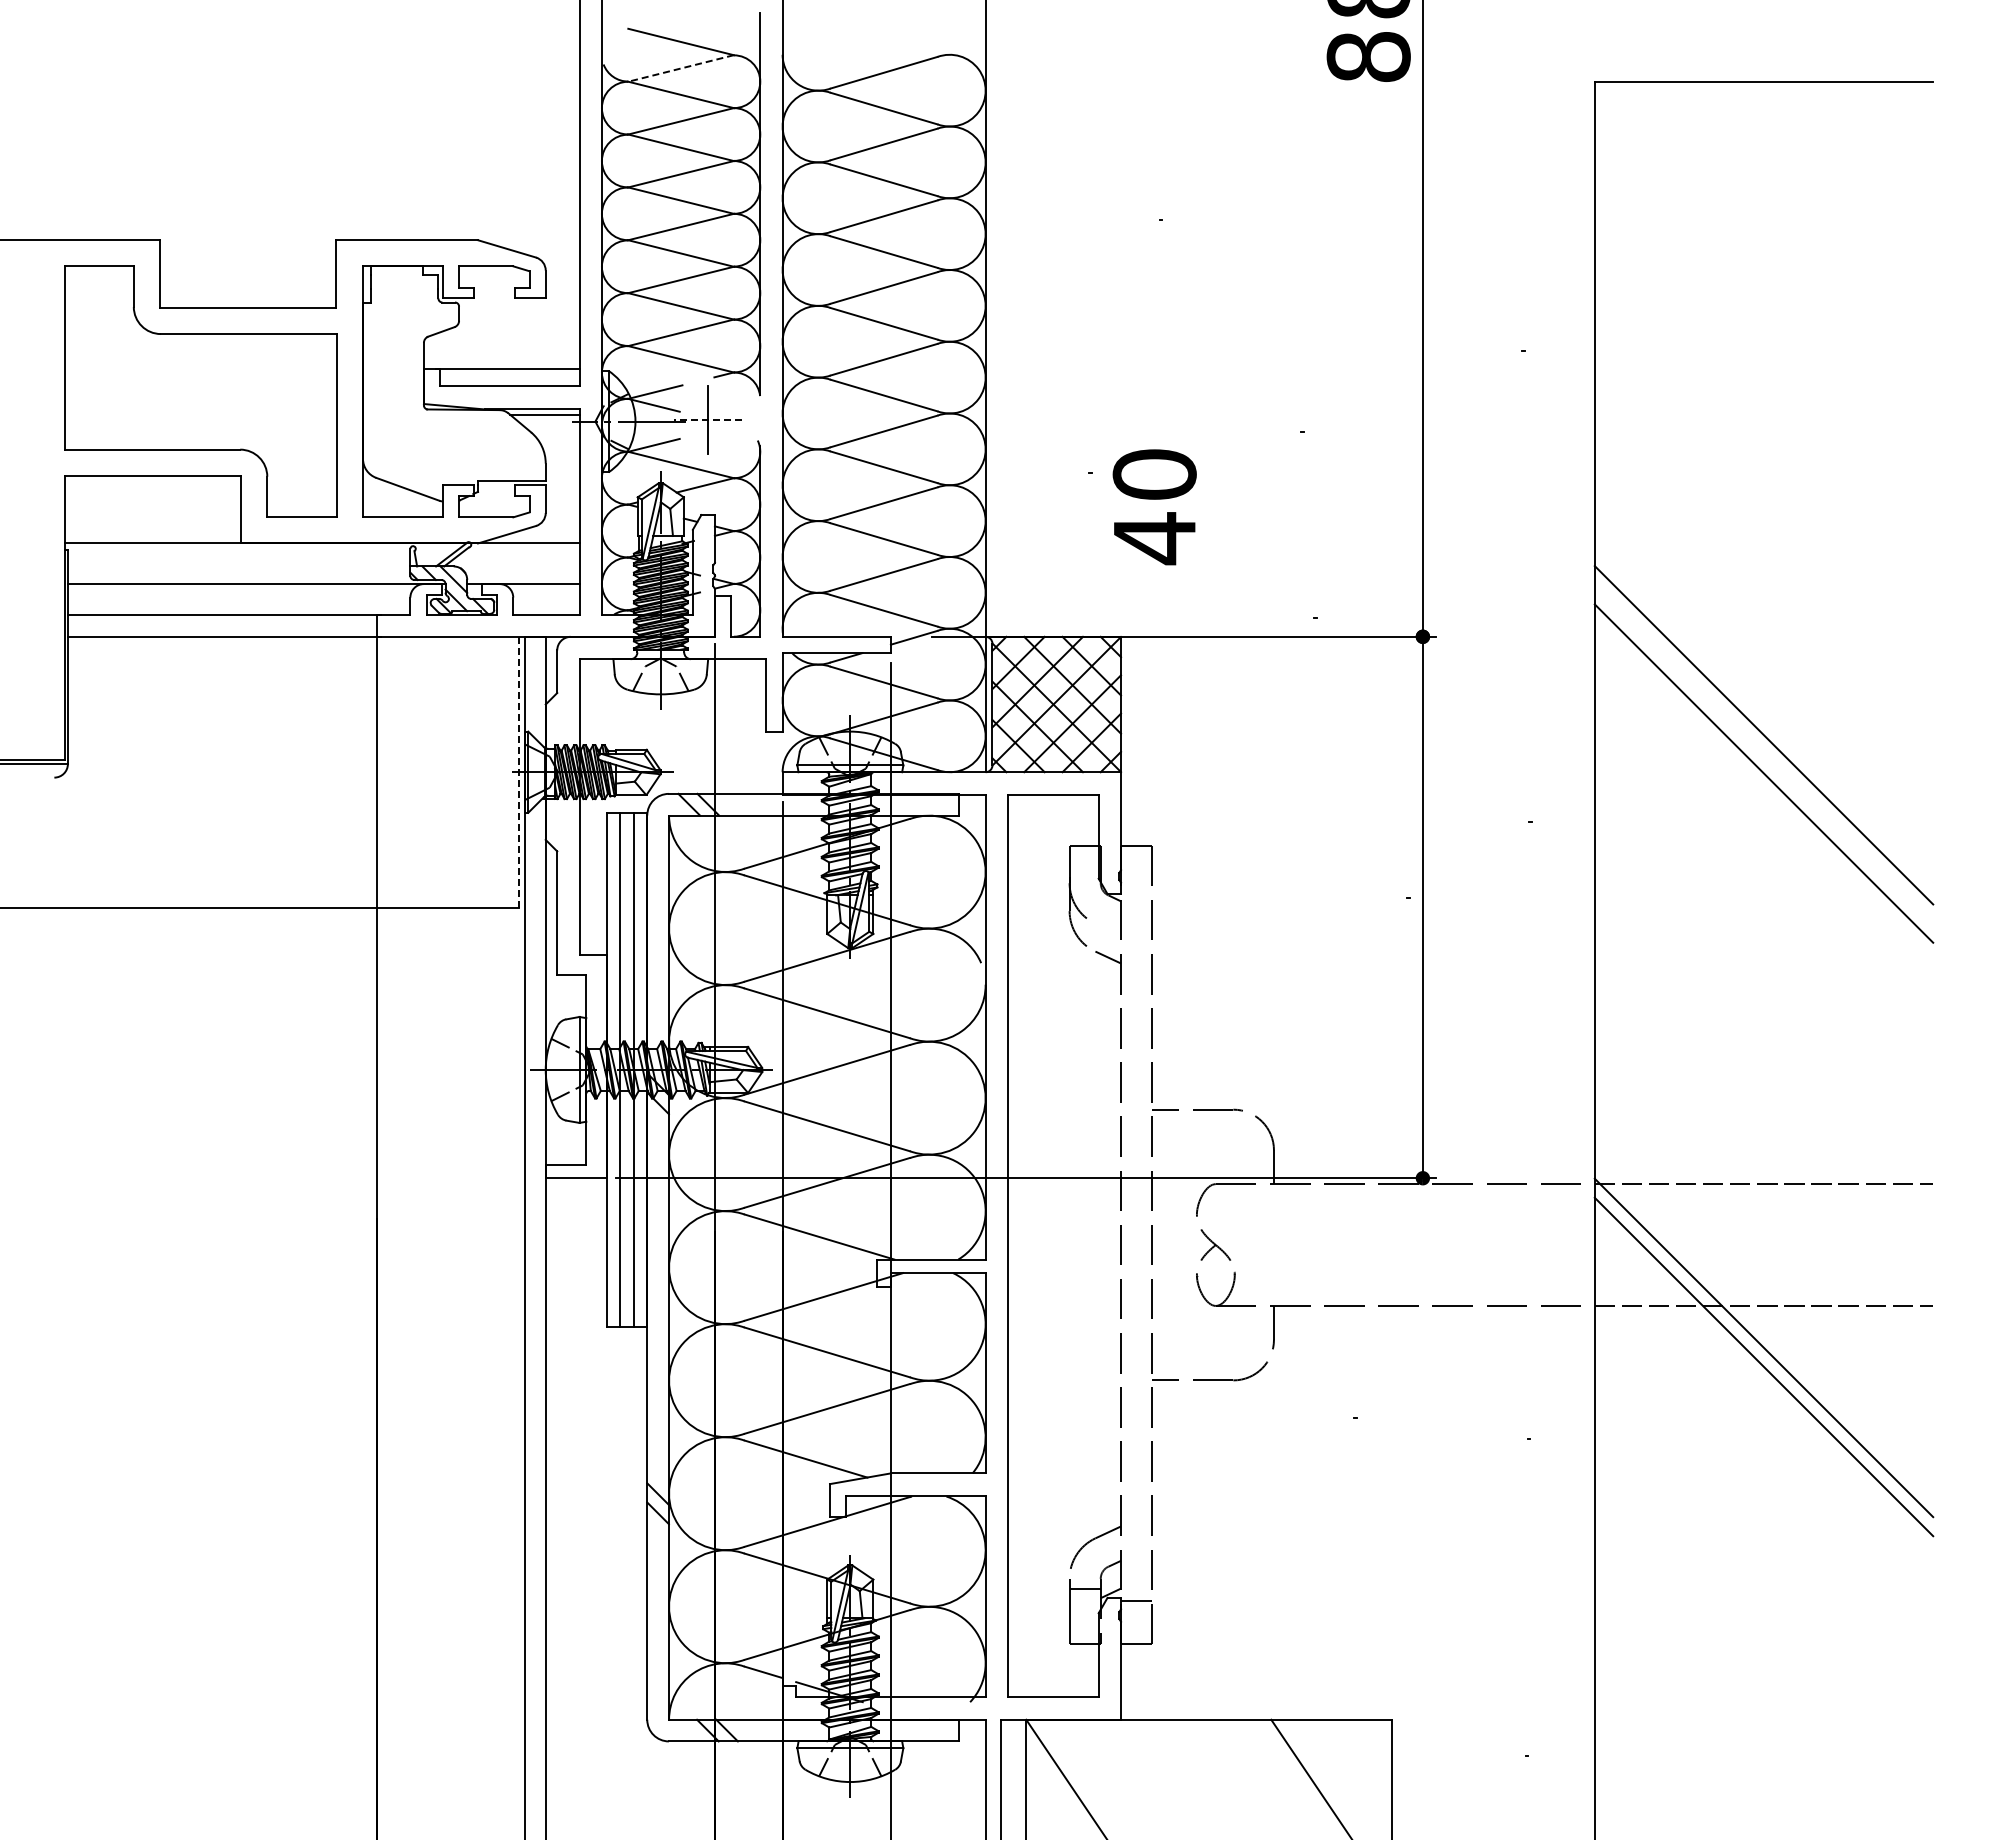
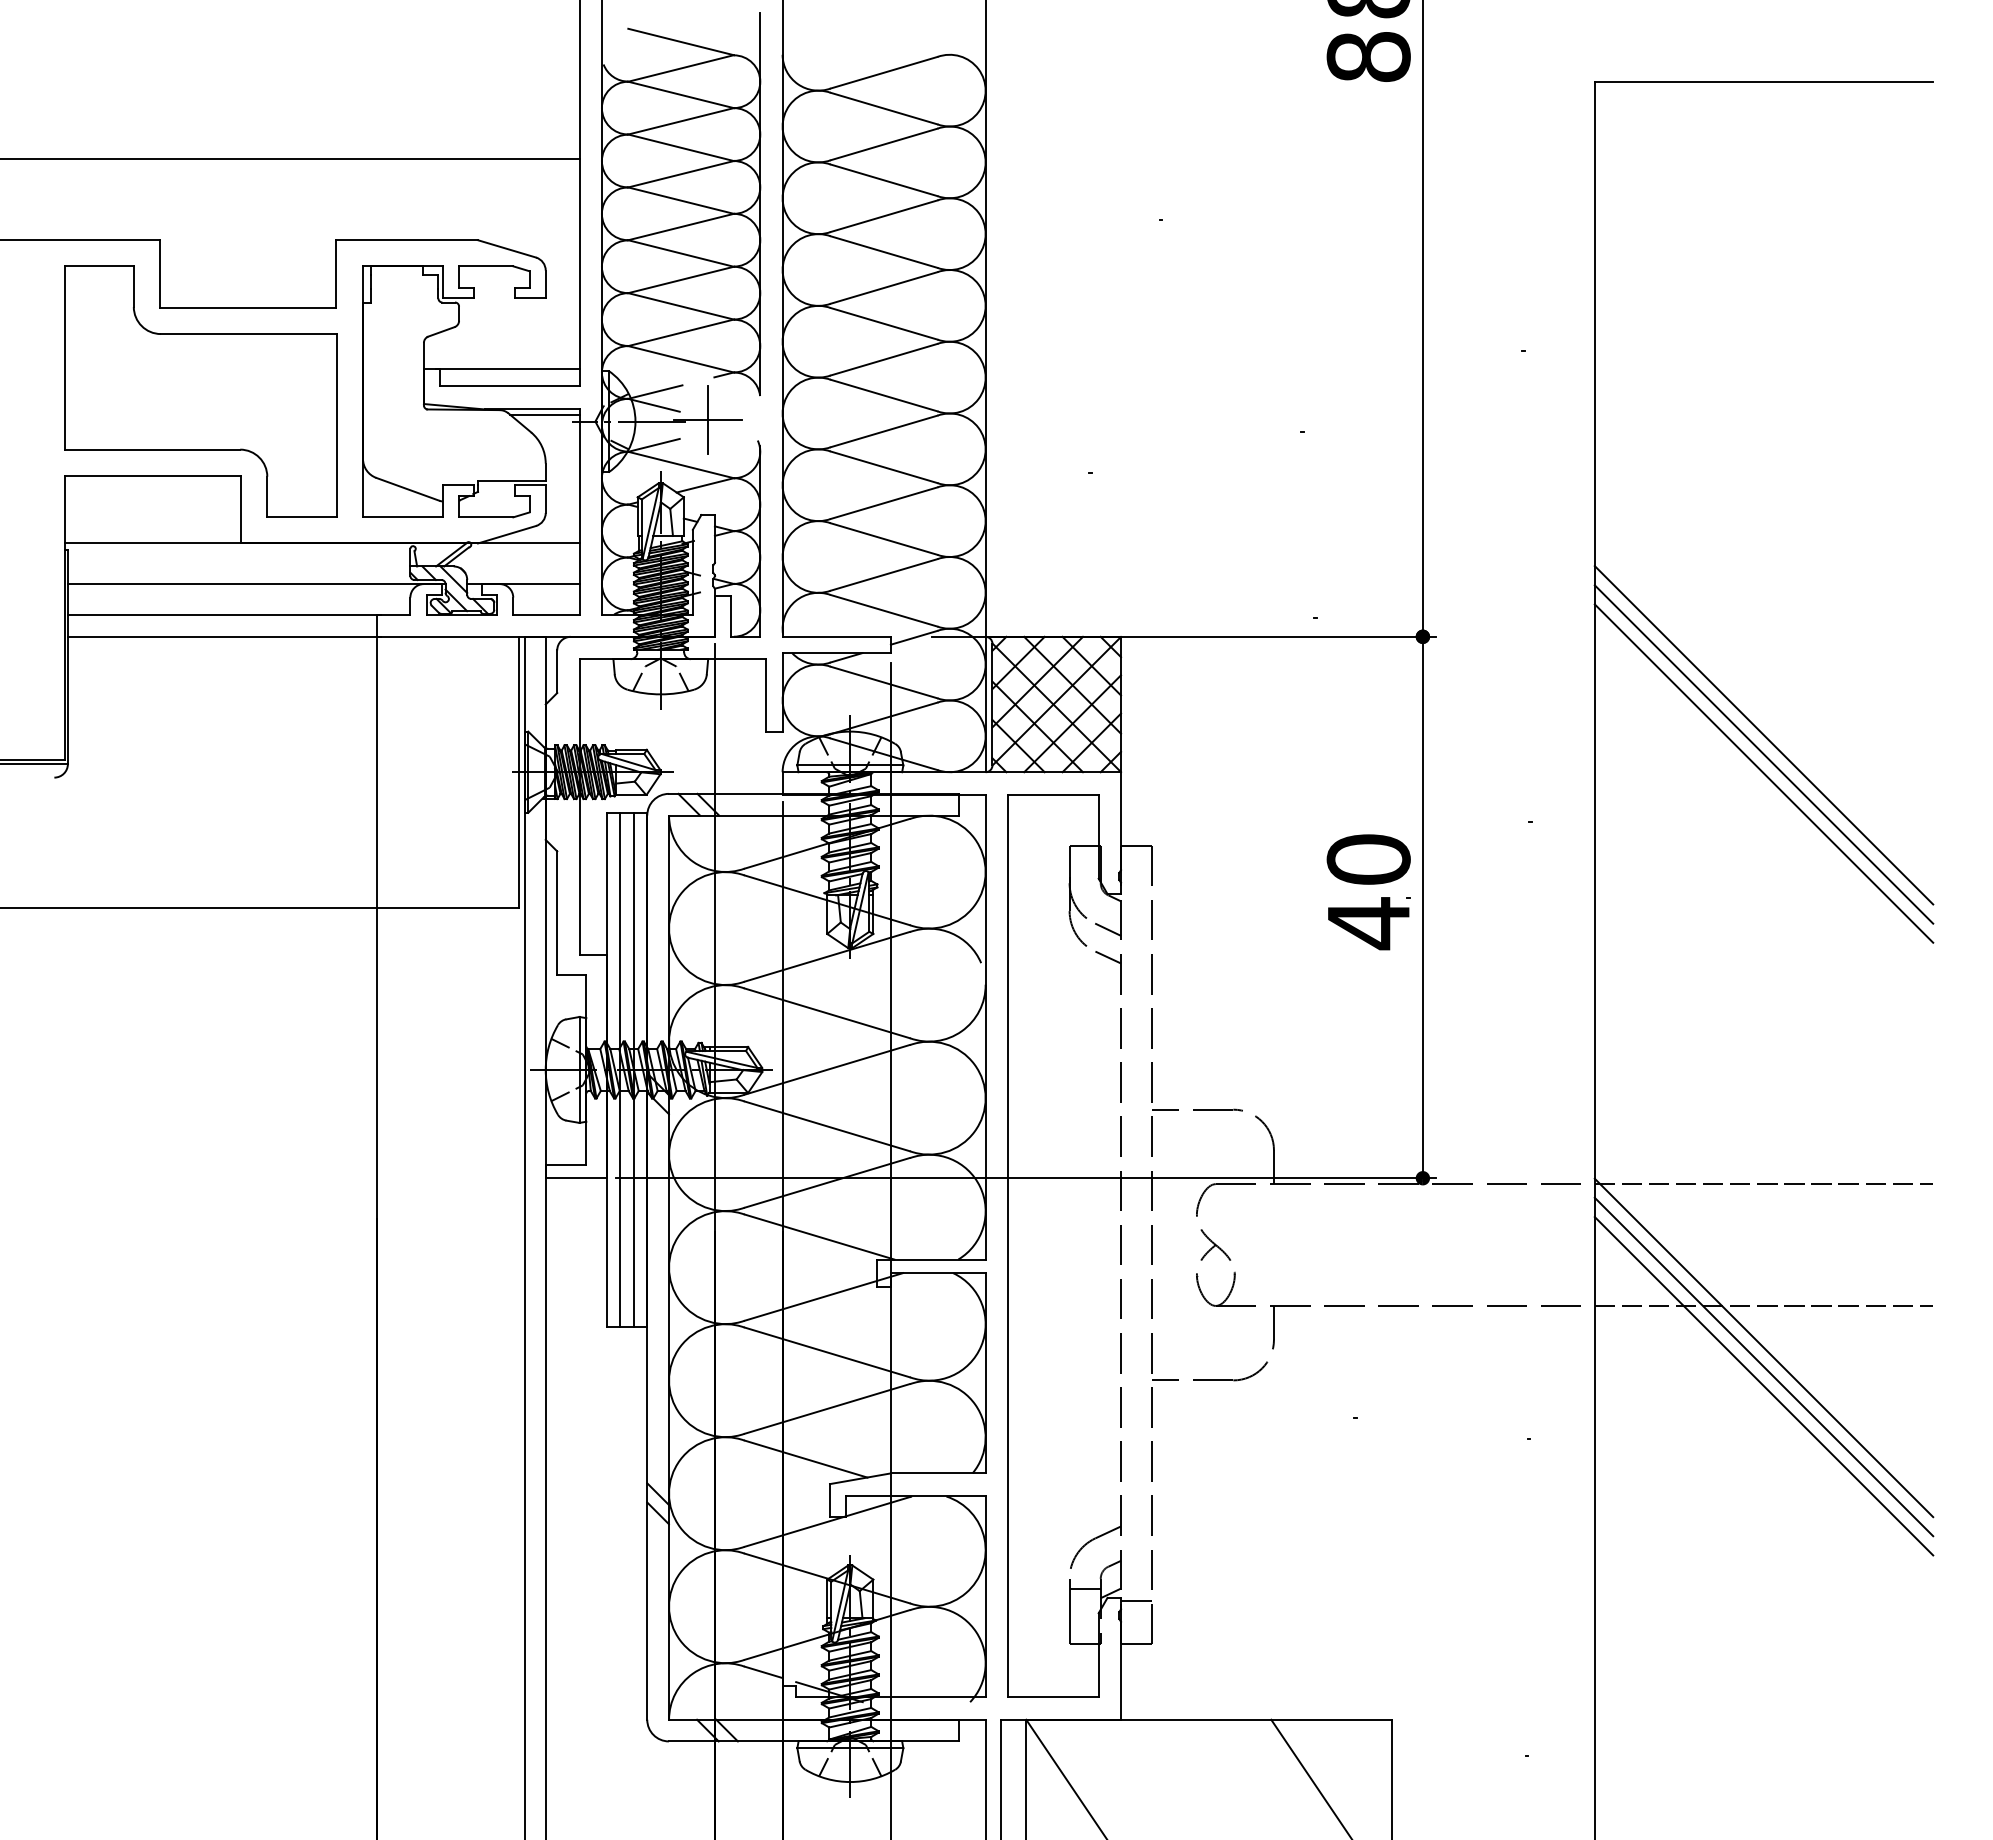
line at (680, 68): dashed -> solid
line at (290, 159): none -> present
line at (708, 420): dashed -> solid
text at (1154, 507) position: (1154, 507) -> (1368, 892)
line at (1763, 754): none -> present
line at (518, 772): dashed -> solid
line at (1108, 929): none -> present
line at (1763, 1386): none -> present
